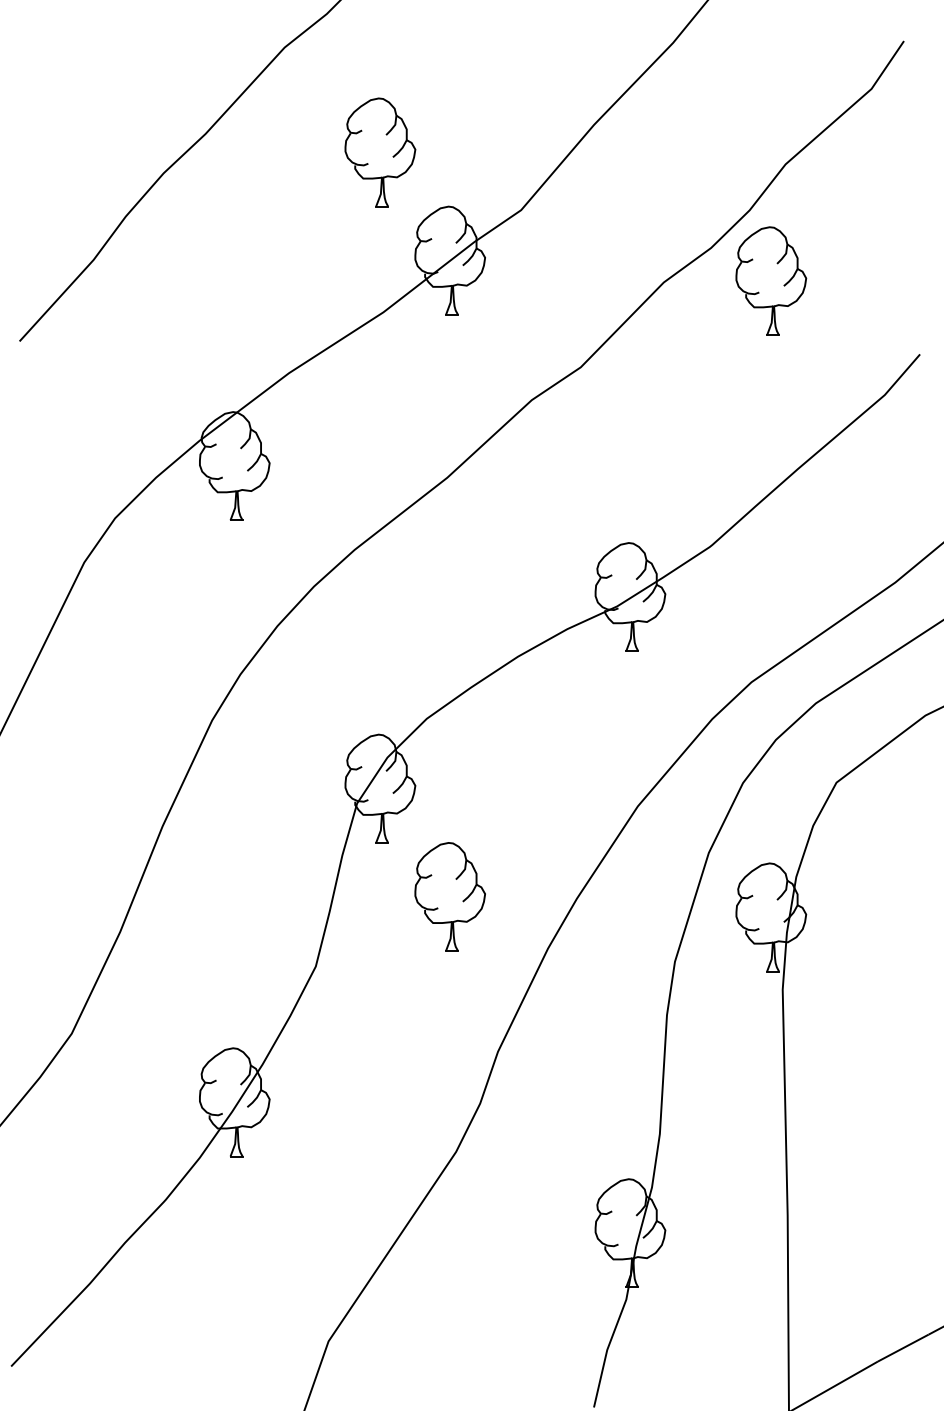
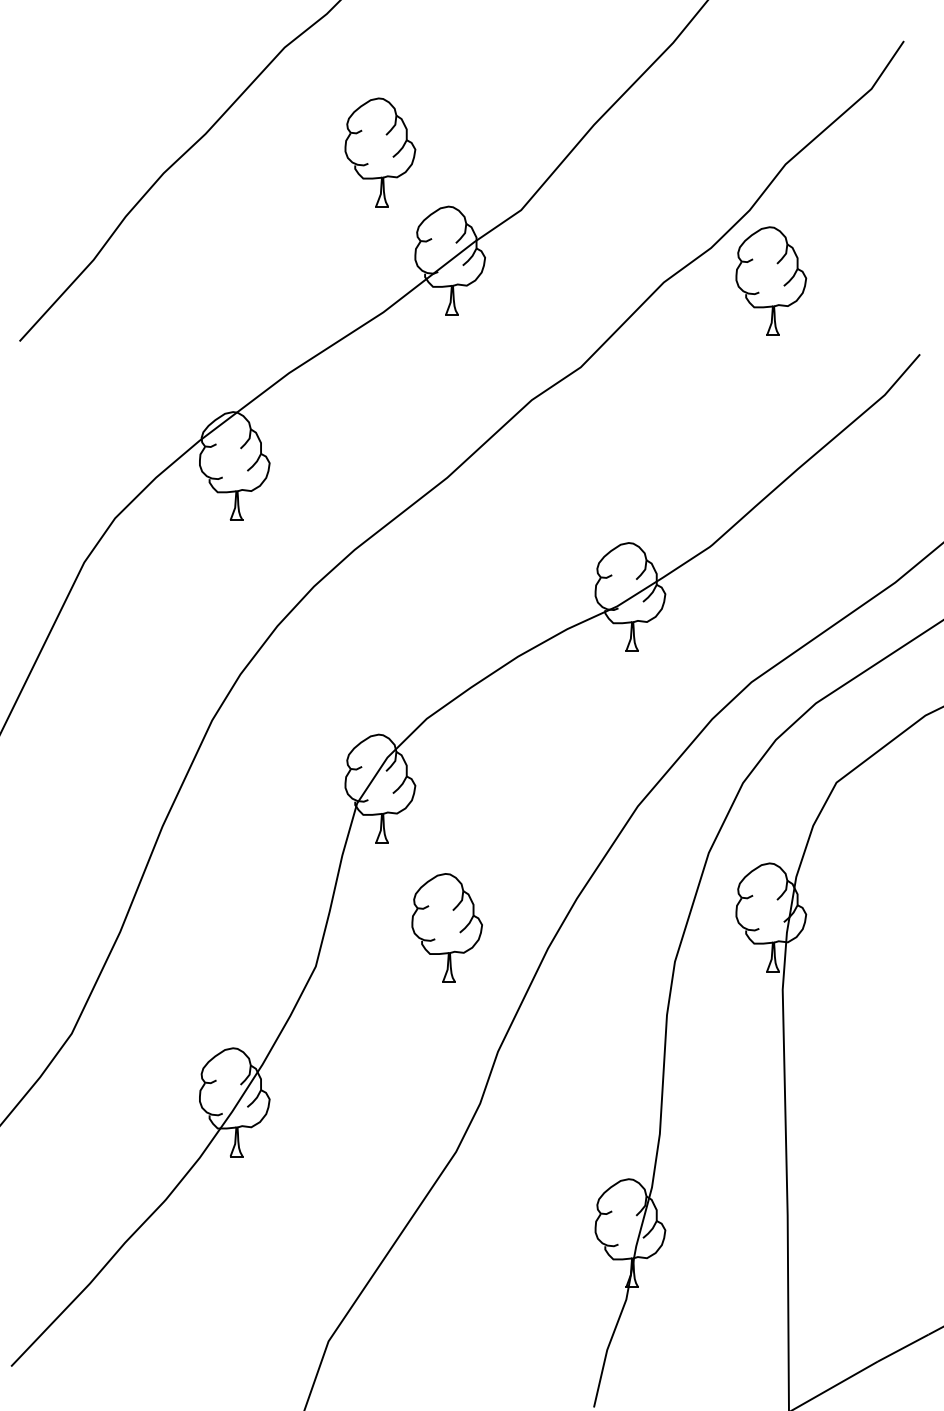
part at (449, 896) position: (449, 896) -> (446, 927)
